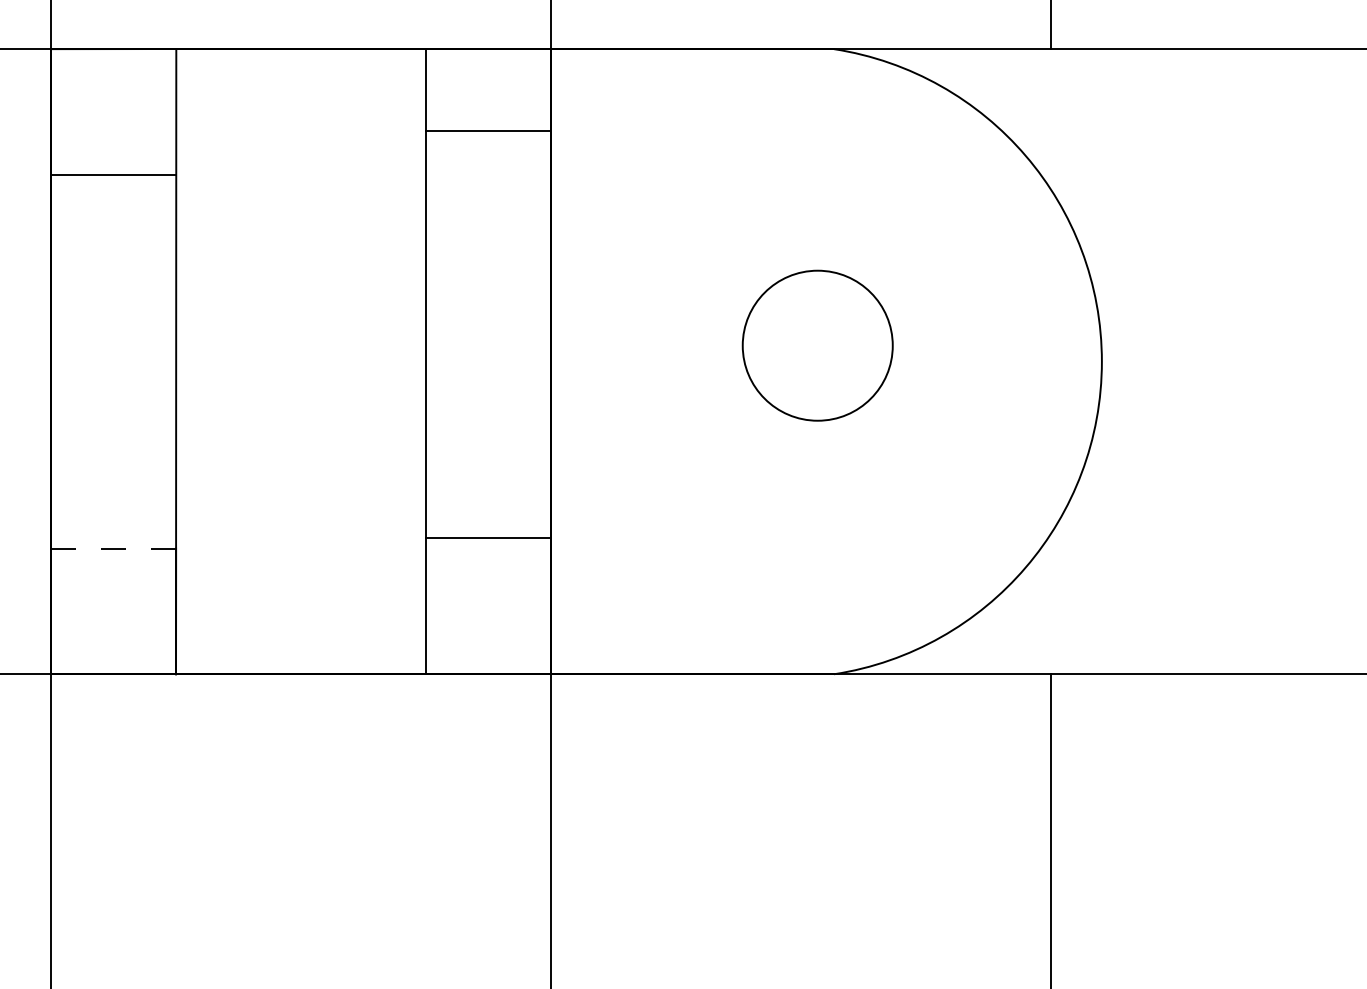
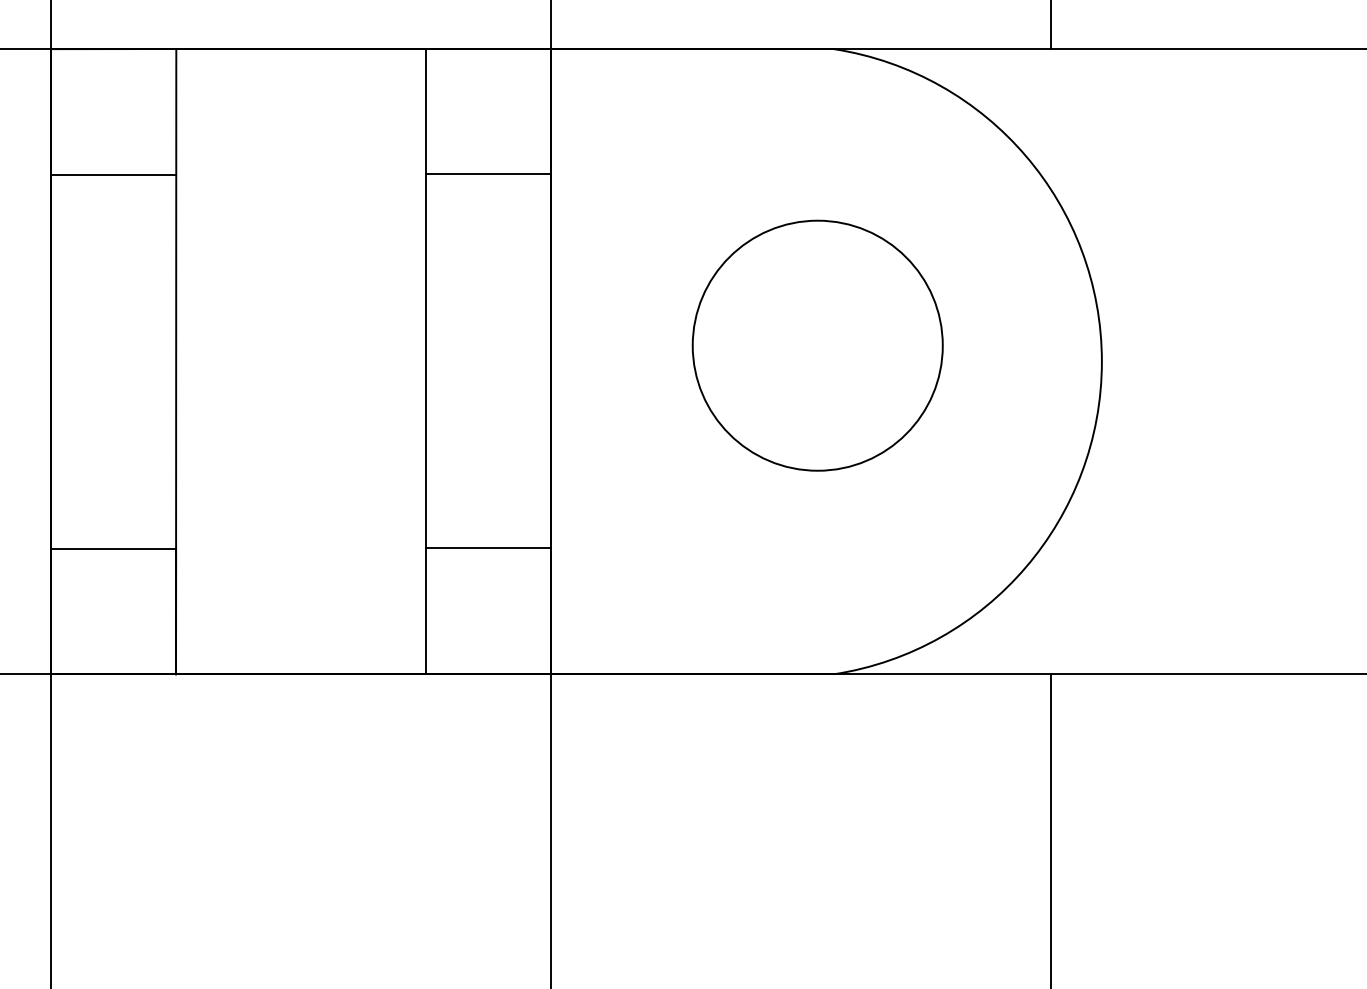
line at (488, 131) position: (488, 131) -> (488, 174)
circle at (817, 345) diameter: 150 px -> 250 px
line at (488, 538) position: (488, 538) -> (488, 548)
line at (113, 548): dashed -> solid
